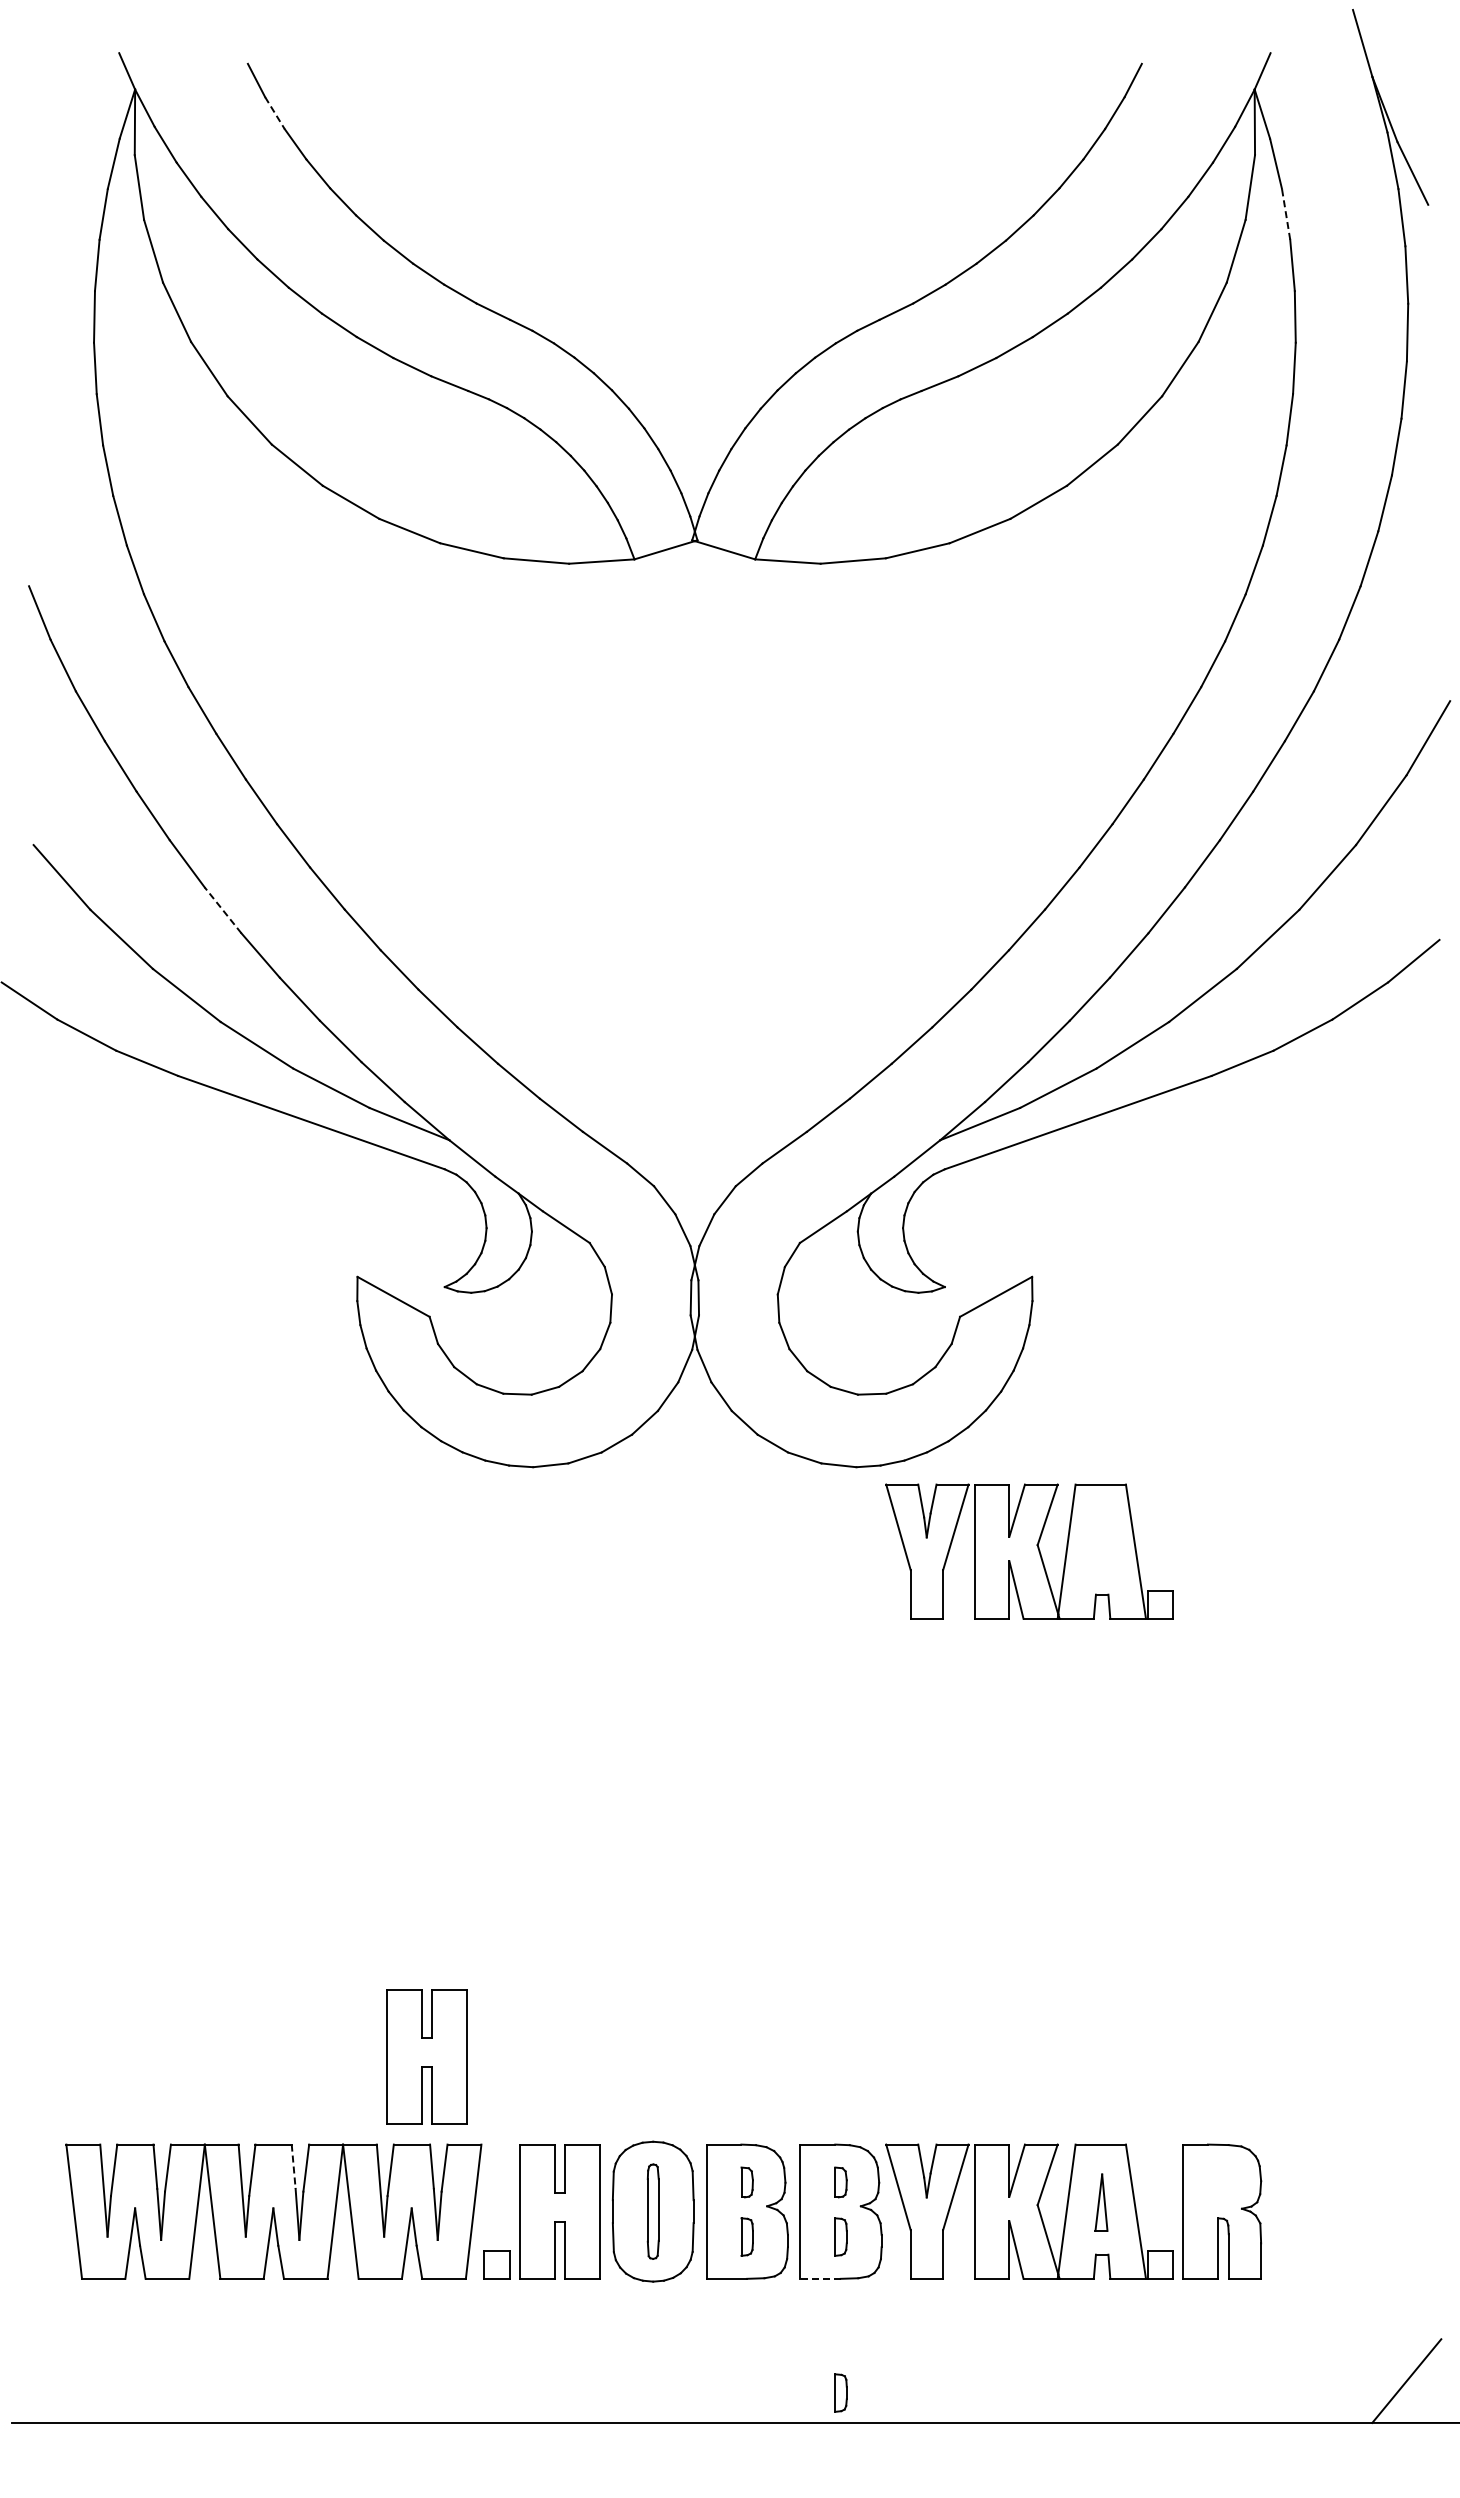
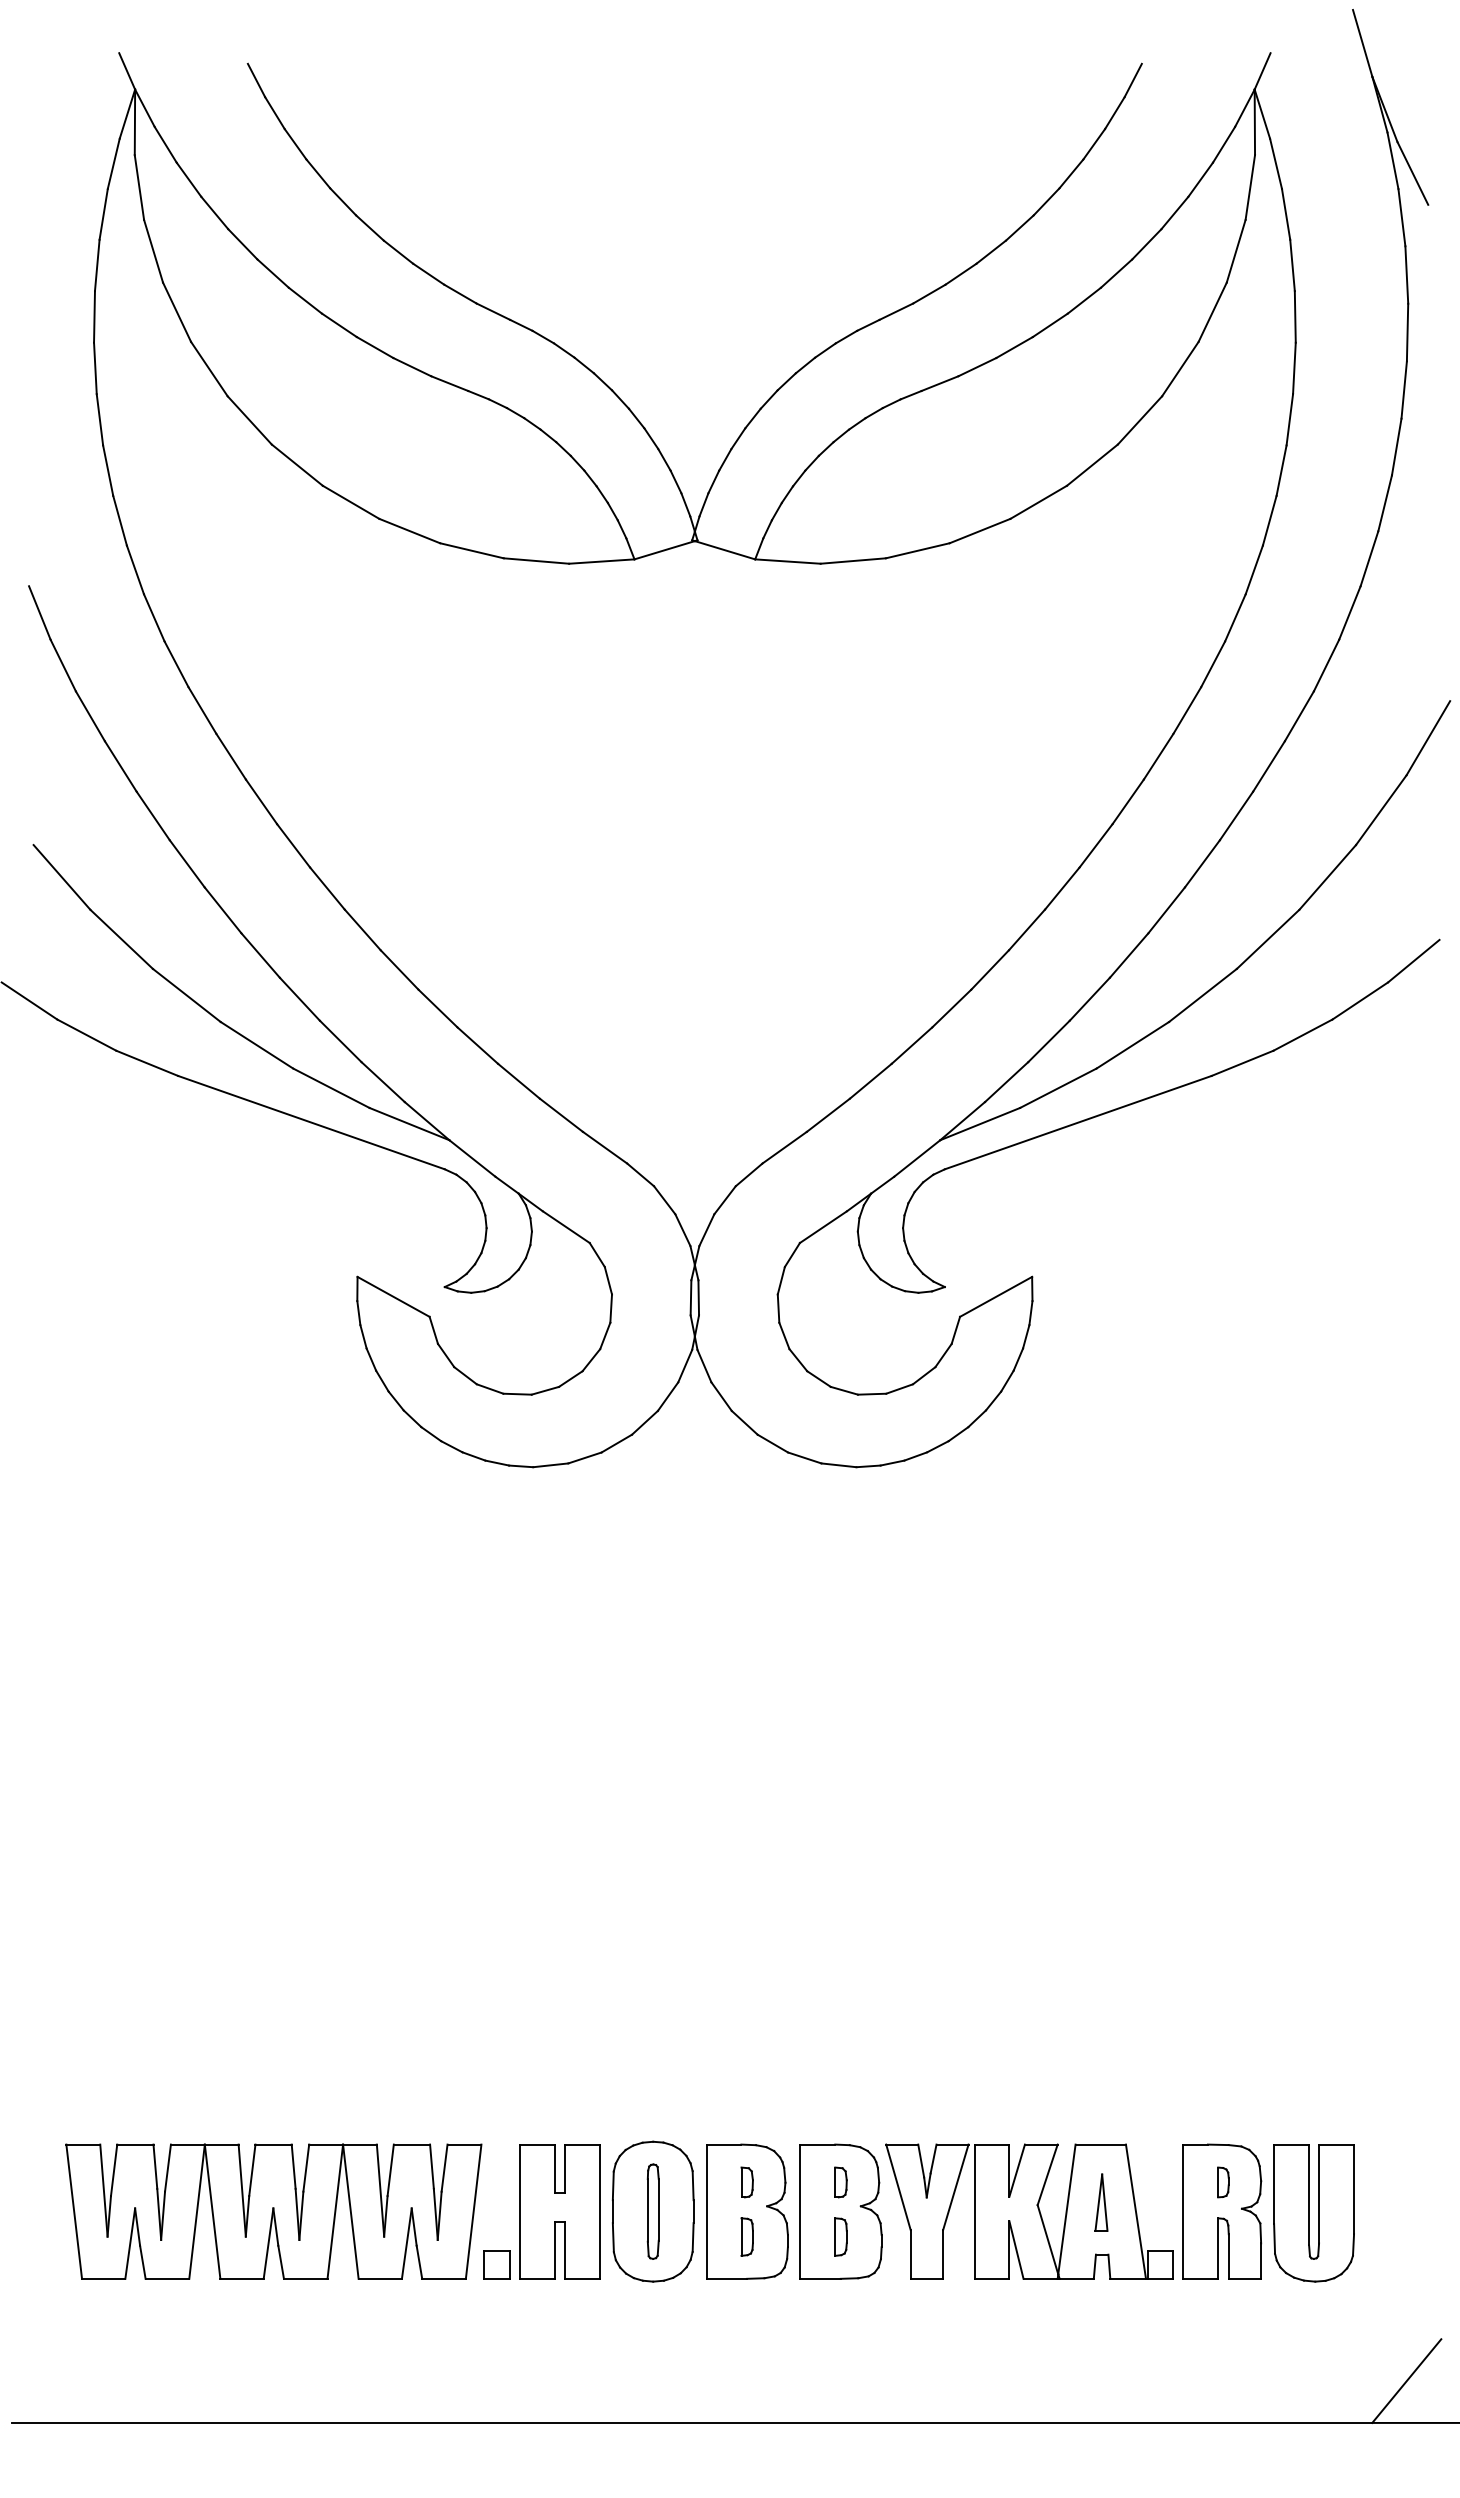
line at (274, 113): dashed -> solid
line at (1286, 214): dashed -> solid
line at (222, 909): dashed -> solid
part at (1029, 1551): present -> none
part at (426, 2056): present -> none
line at (293, 2167): dashed -> solid
part at (1223, 2182): none -> present
part at (1313, 2213): none -> present
line at (820, 2278): dashed -> solid
part at (840, 2392): present -> none
